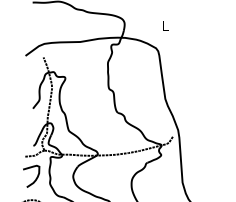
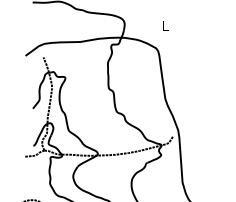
curve at (35, 178): present -> none
